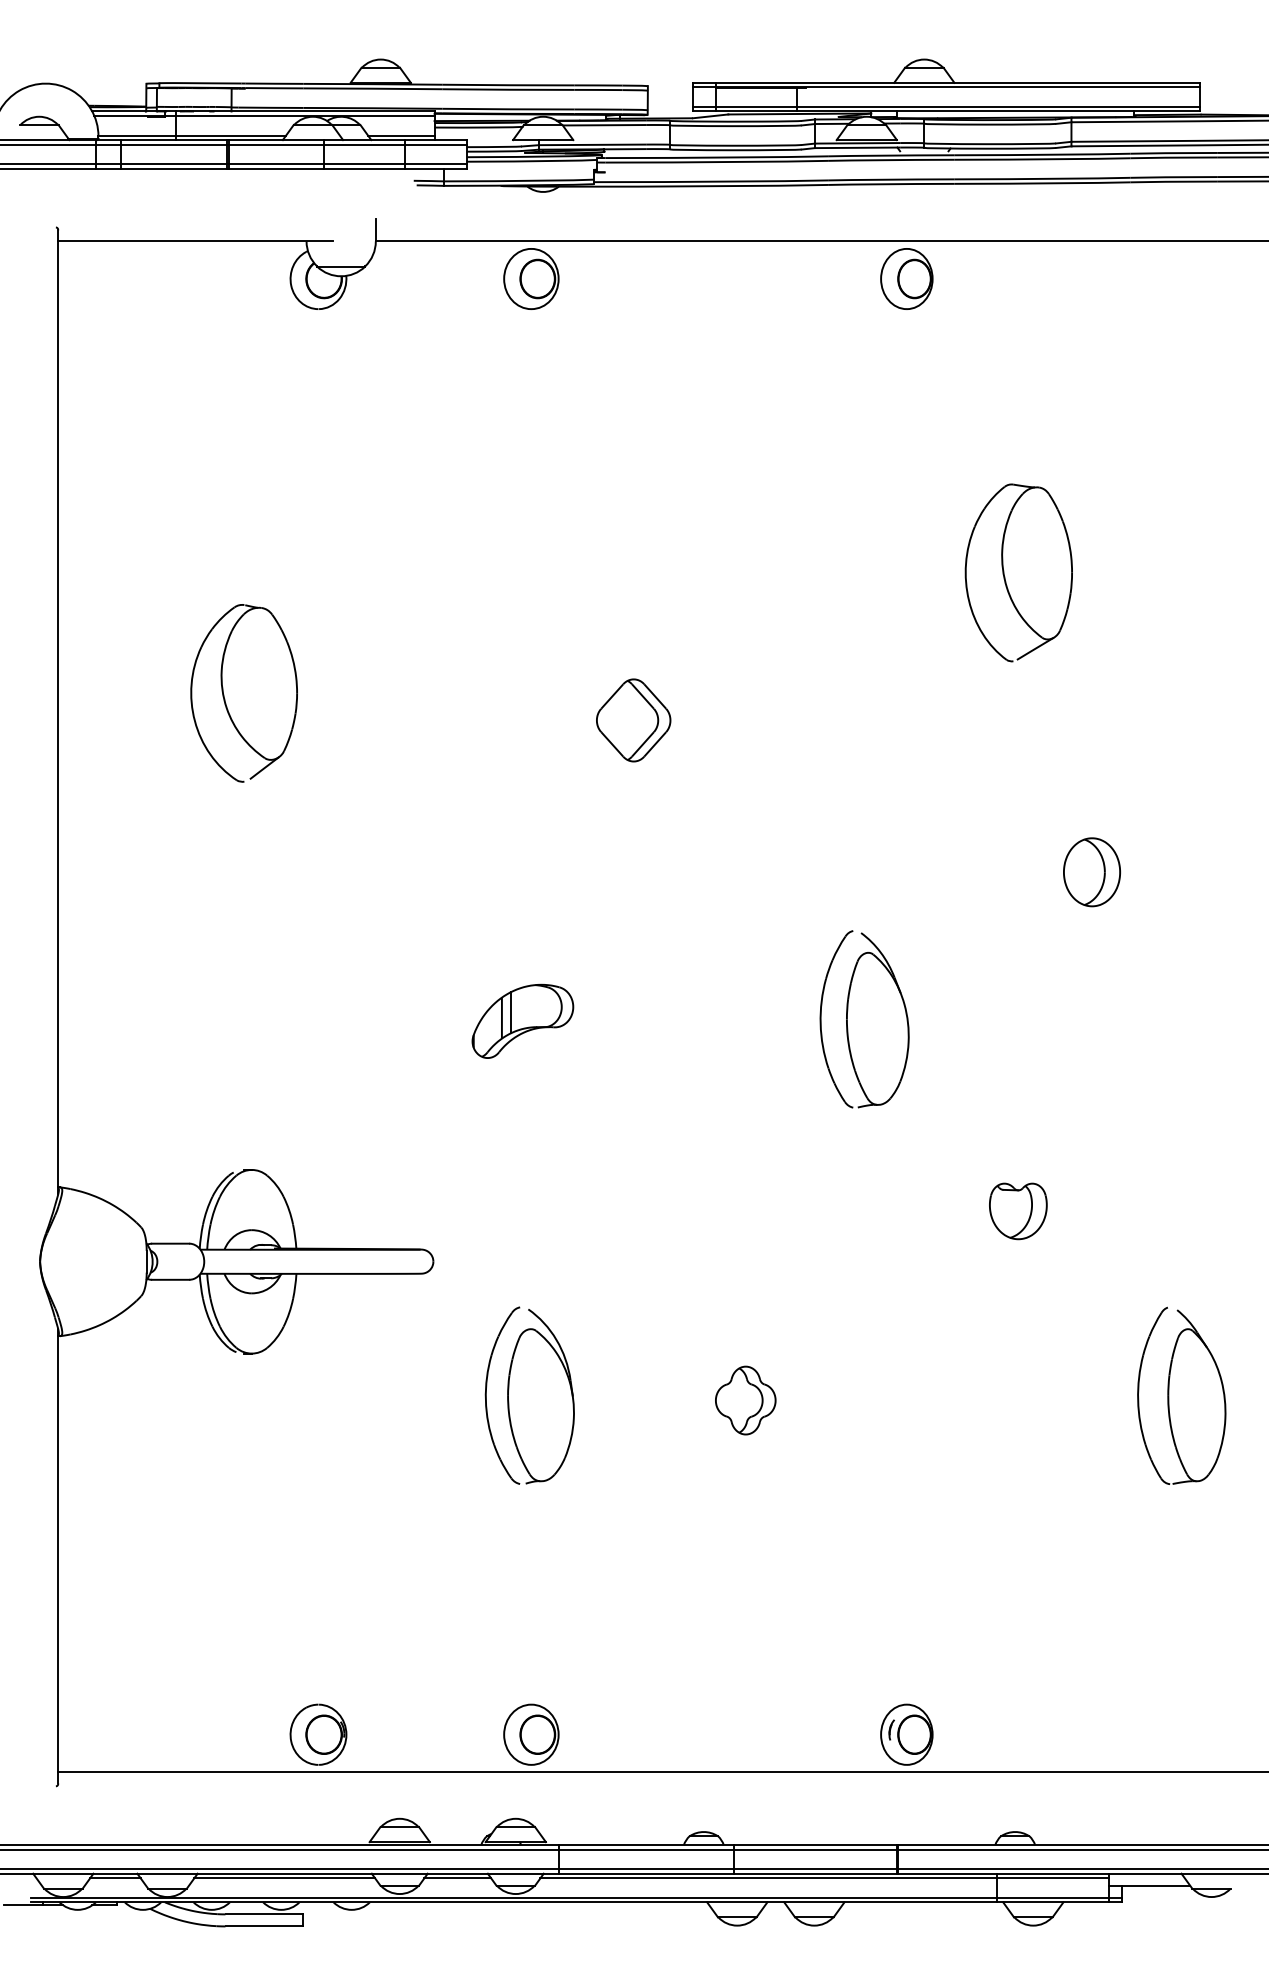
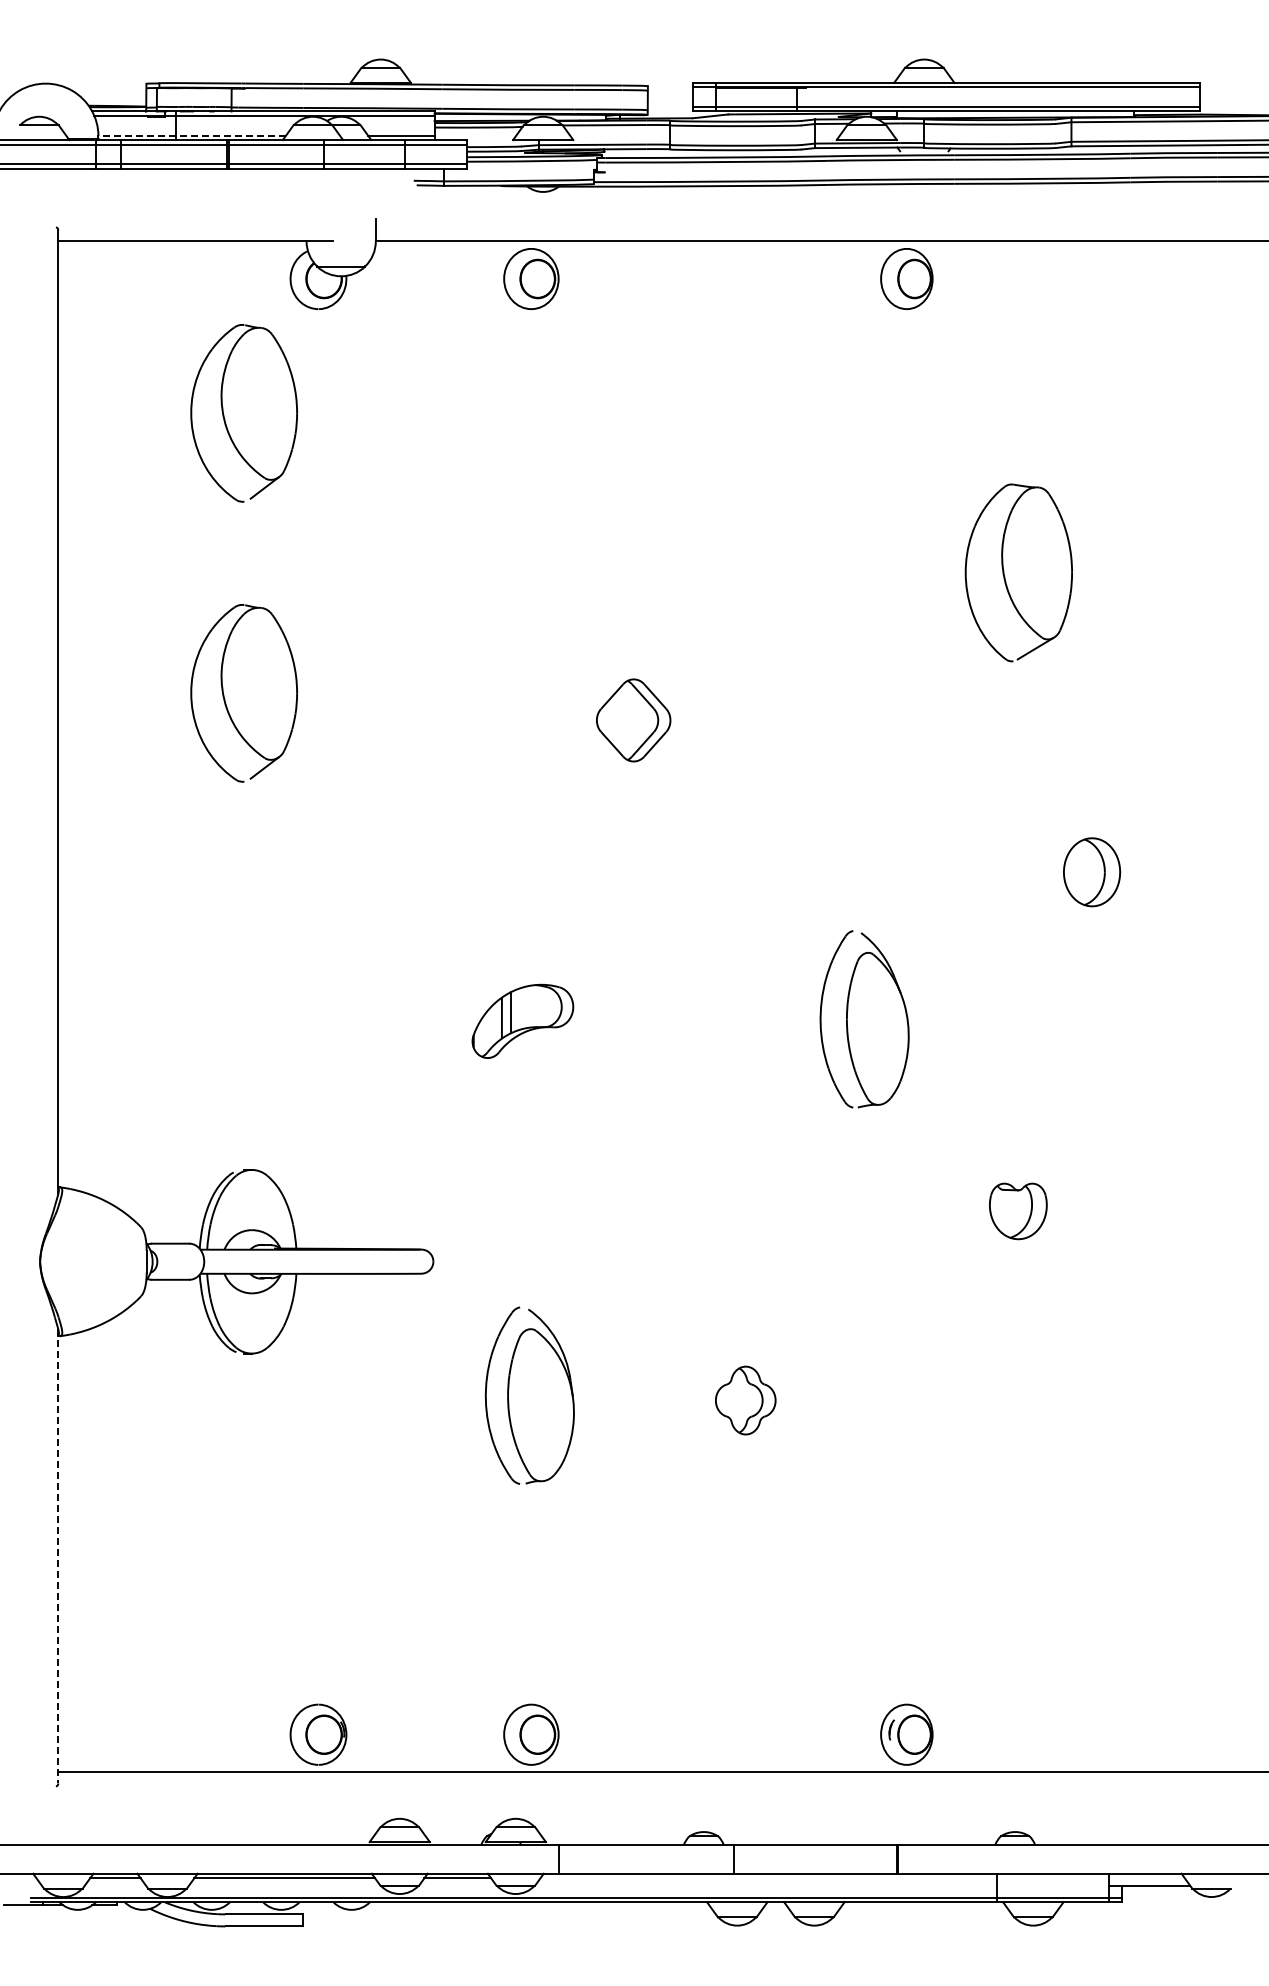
line at (192, 135): solid -> dashed
part at (243, 413): none -> present
part at (1181, 1395): present -> none
line at (58, 1556): solid -> dashed
line at (633, 1849): present -> none
line at (633, 1869): present -> none
line at (824, 1878): present -> none
